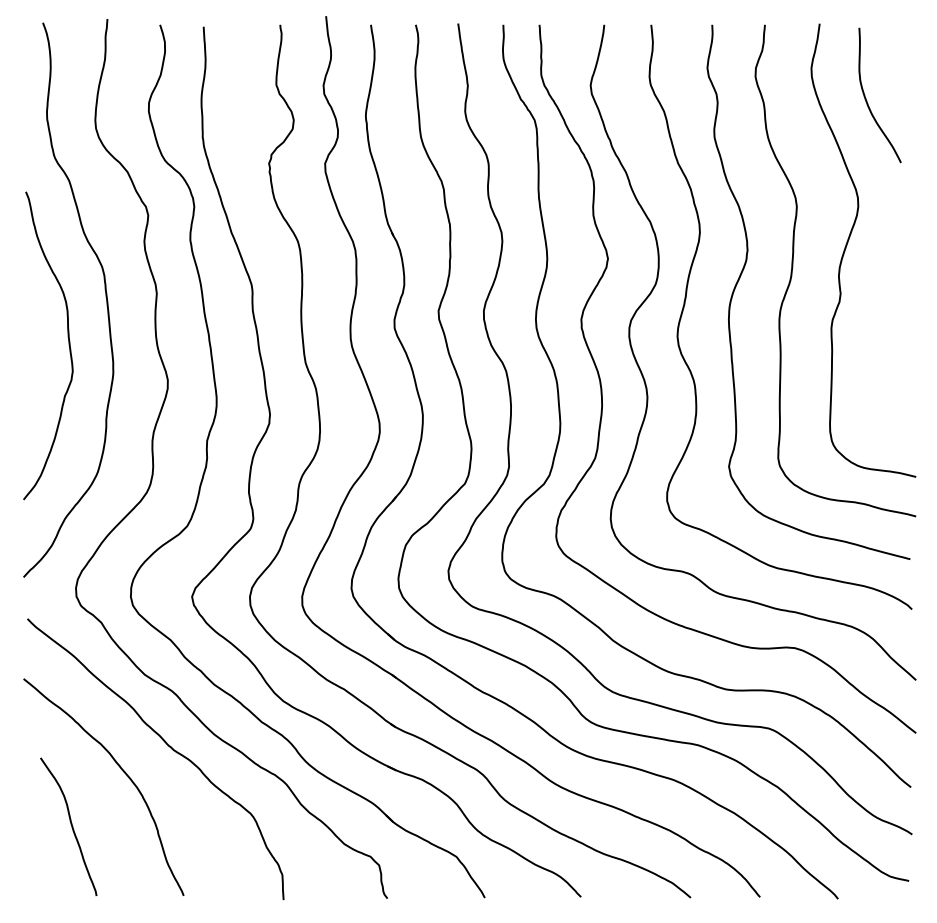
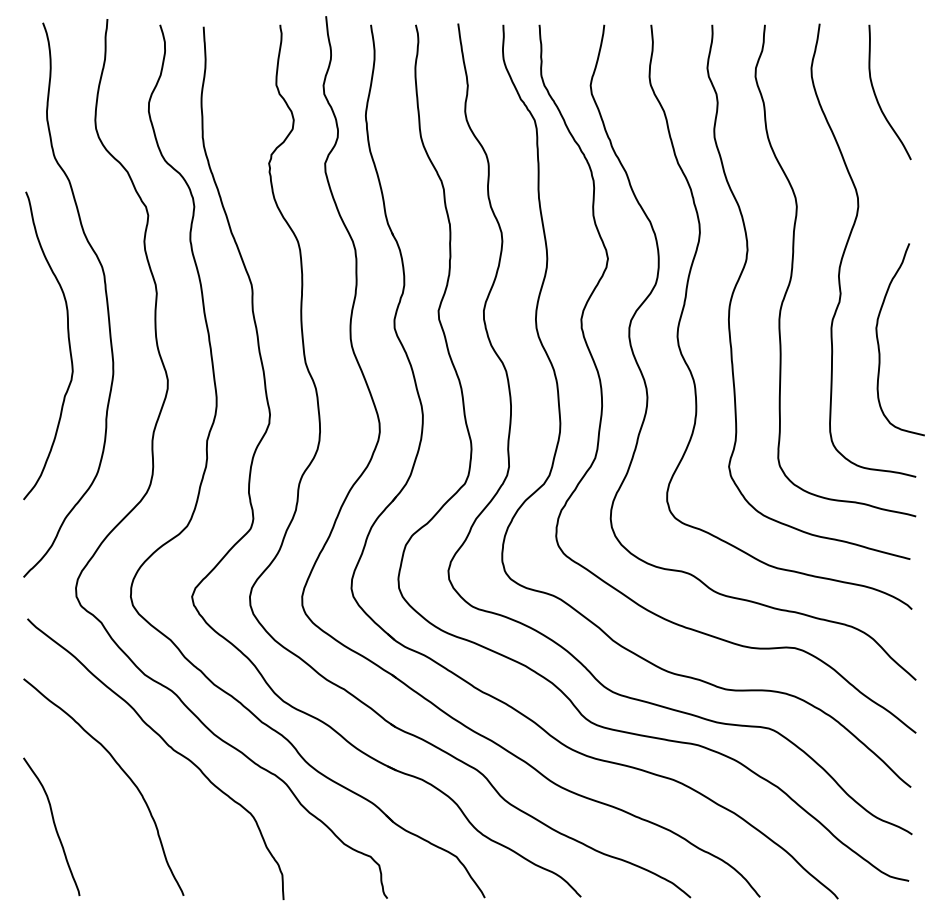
curve at (867, 100) position: (867, 100) -> (877, 97)
curve at (879, 343): none -> present
curve at (70, 824) position: (70, 824) -> (53, 824)
